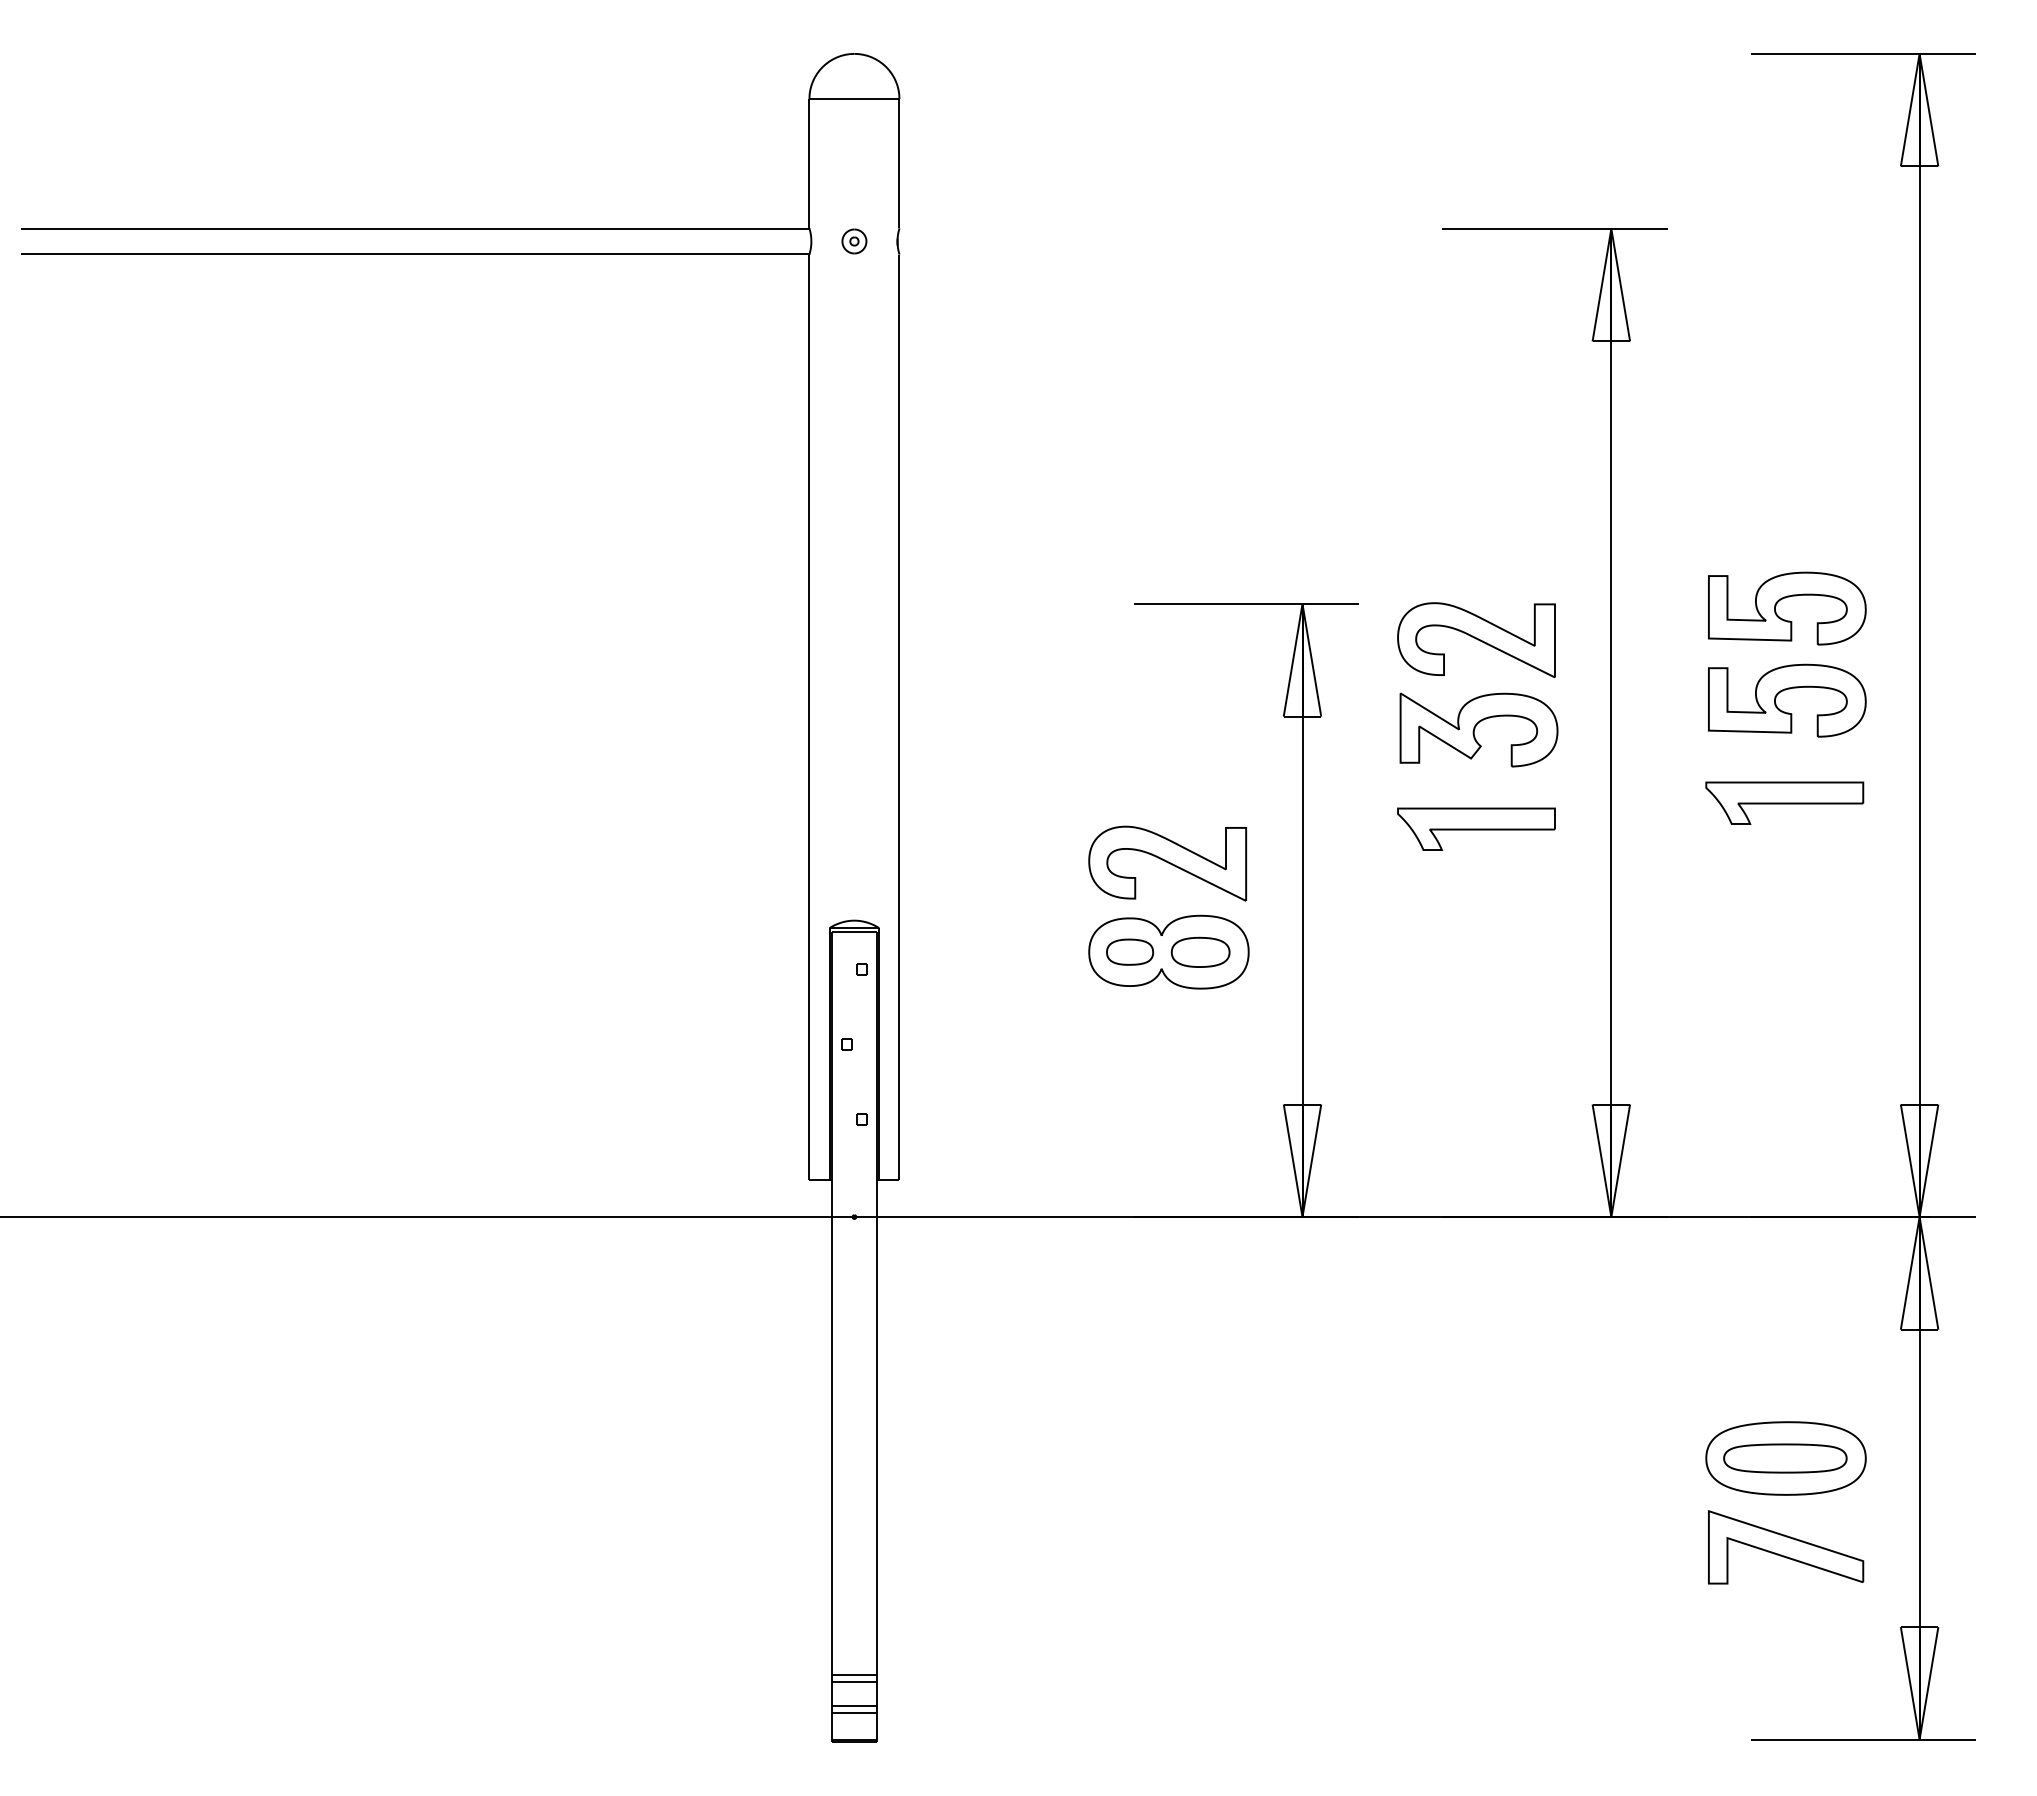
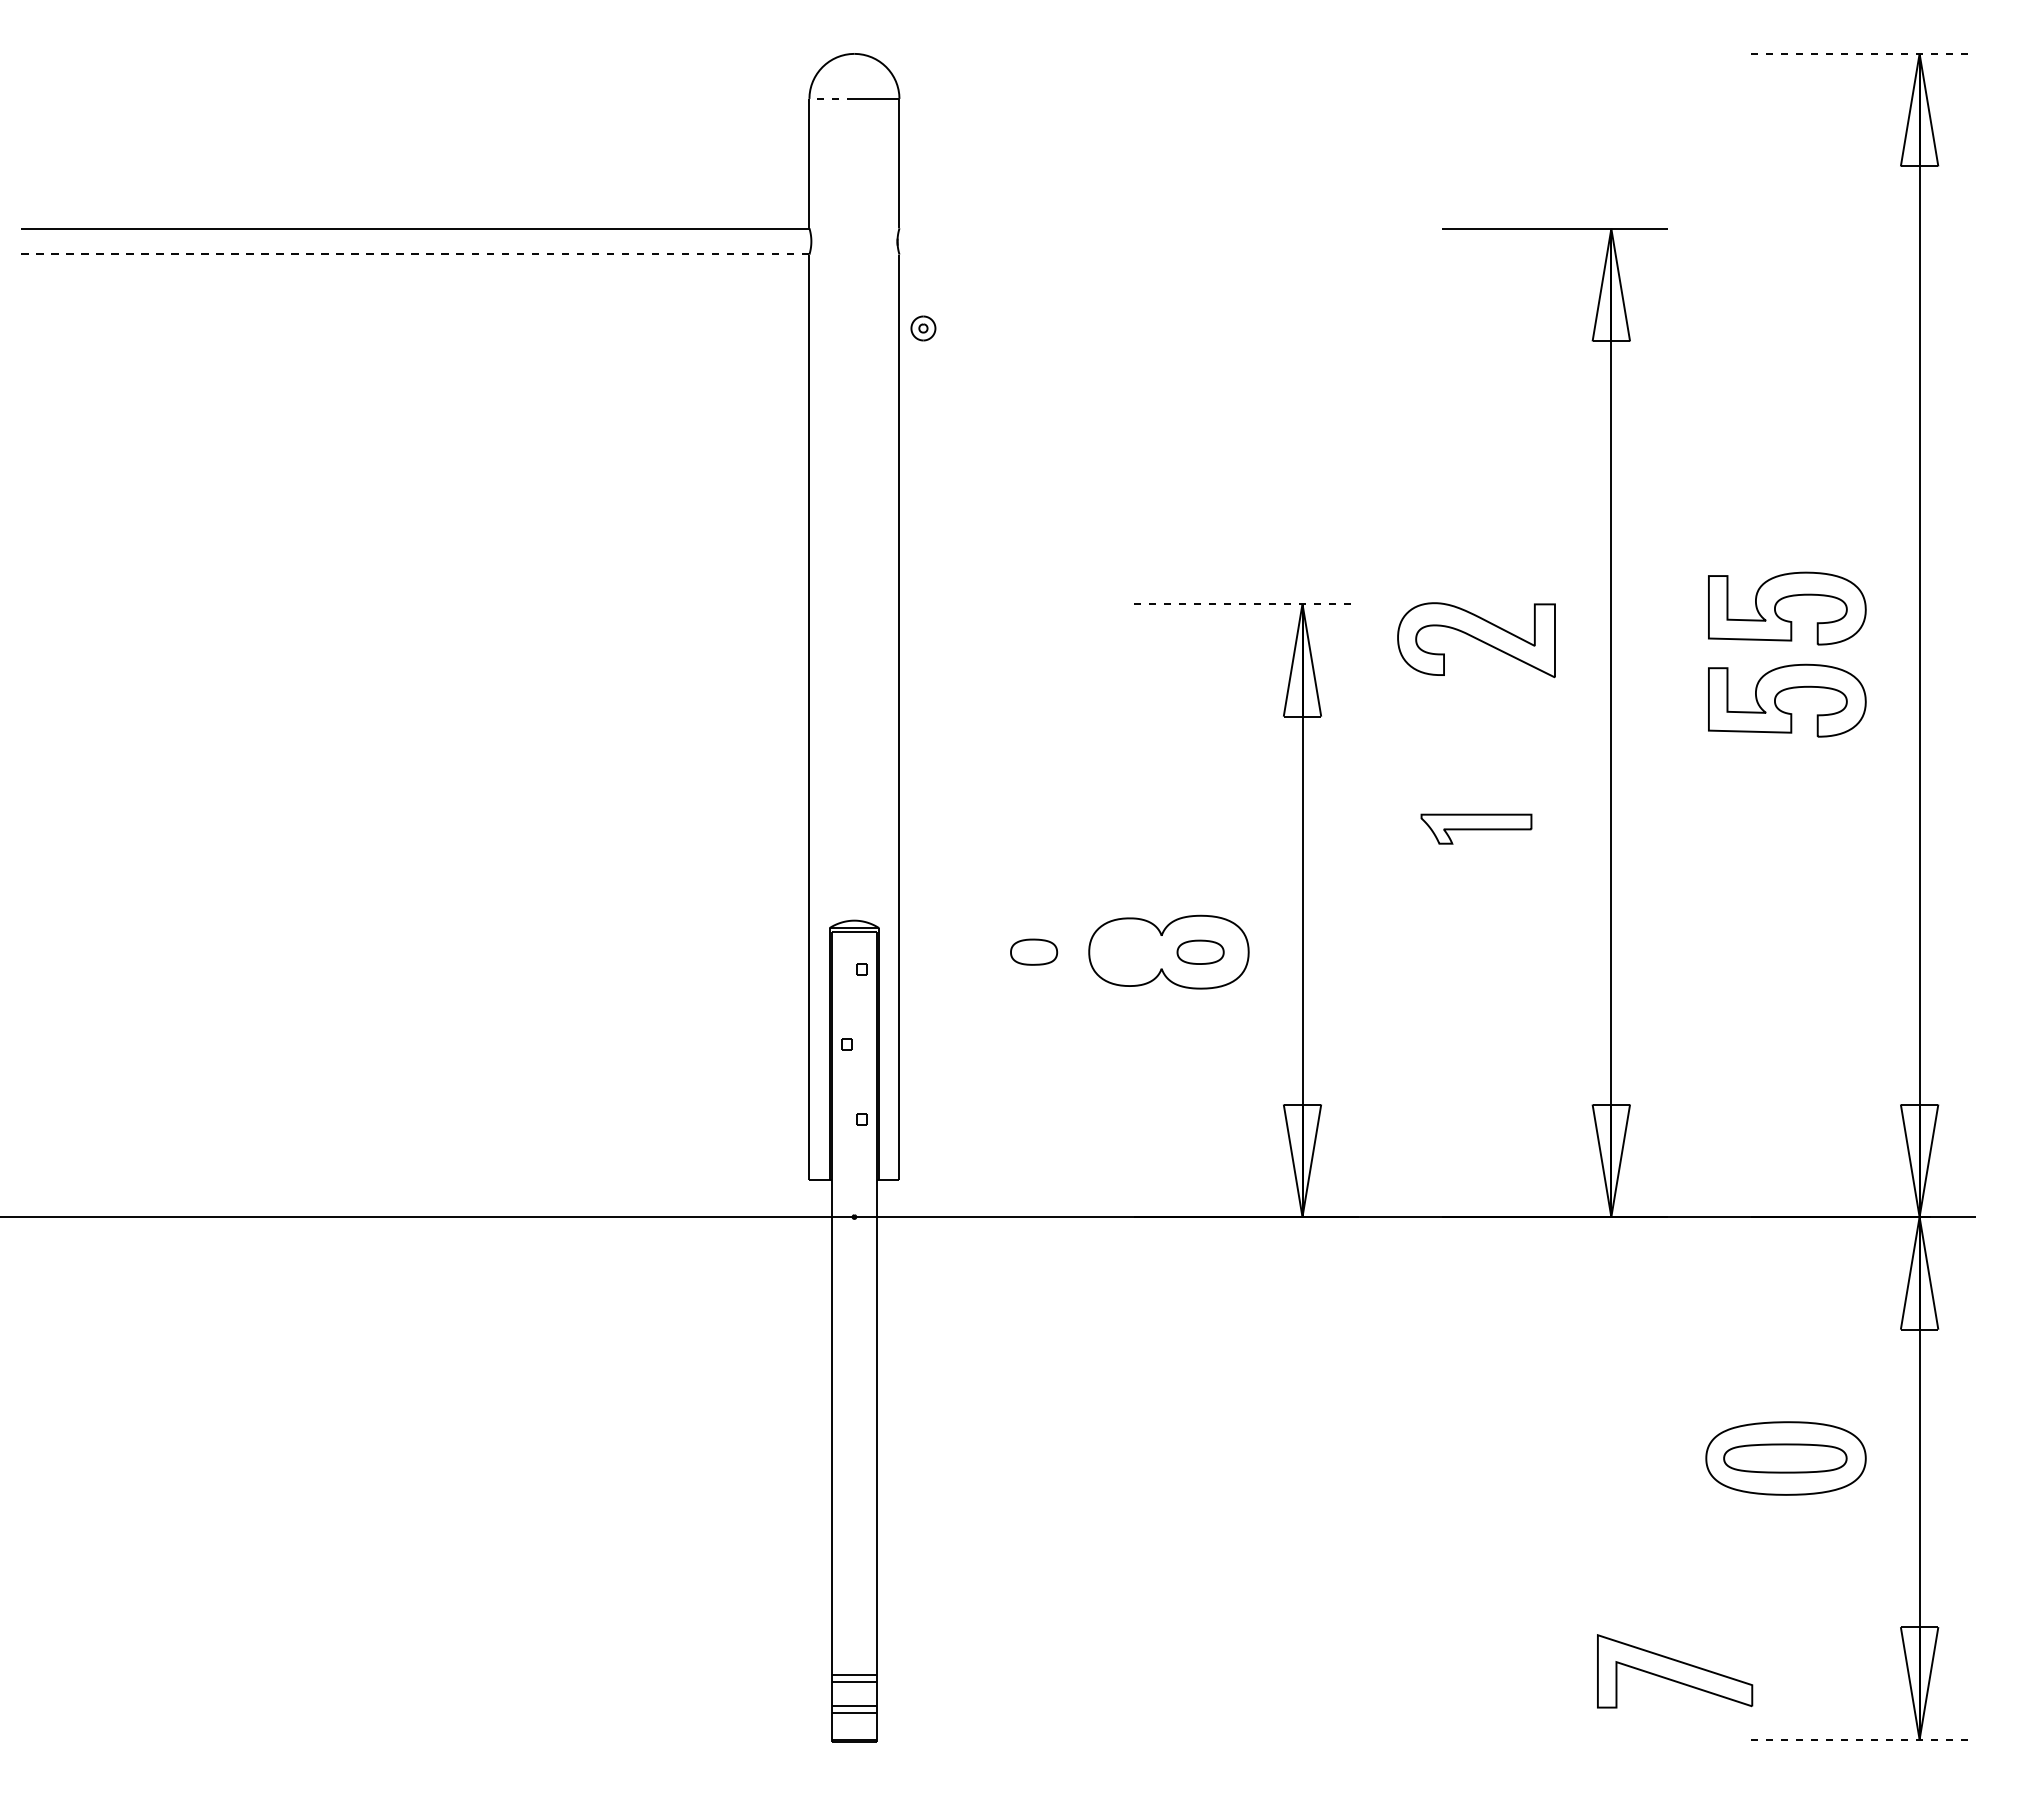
line at (1863, 53): solid -> dashed
line at (831, 98): solid -> dashed
part at (854, 241) position: (854, 241) -> (923, 328)
line at (415, 254): solid -> dashed
line at (1246, 604): solid -> dashed
part at (1478, 729): present -> none
part at (1784, 802): present -> none
part at (1476, 828) size: 159x44 px -> 113x32 px
part at (1167, 863): present -> none
part at (1130, 951) position: (1130, 951) -> (1034, 951)
part at (1200, 951) size: 61x32 px -> 49x26 px
part at (1786, 1547) position: (1786, 1547) -> (1675, 1671)
line at (1863, 1739): solid -> dashed
